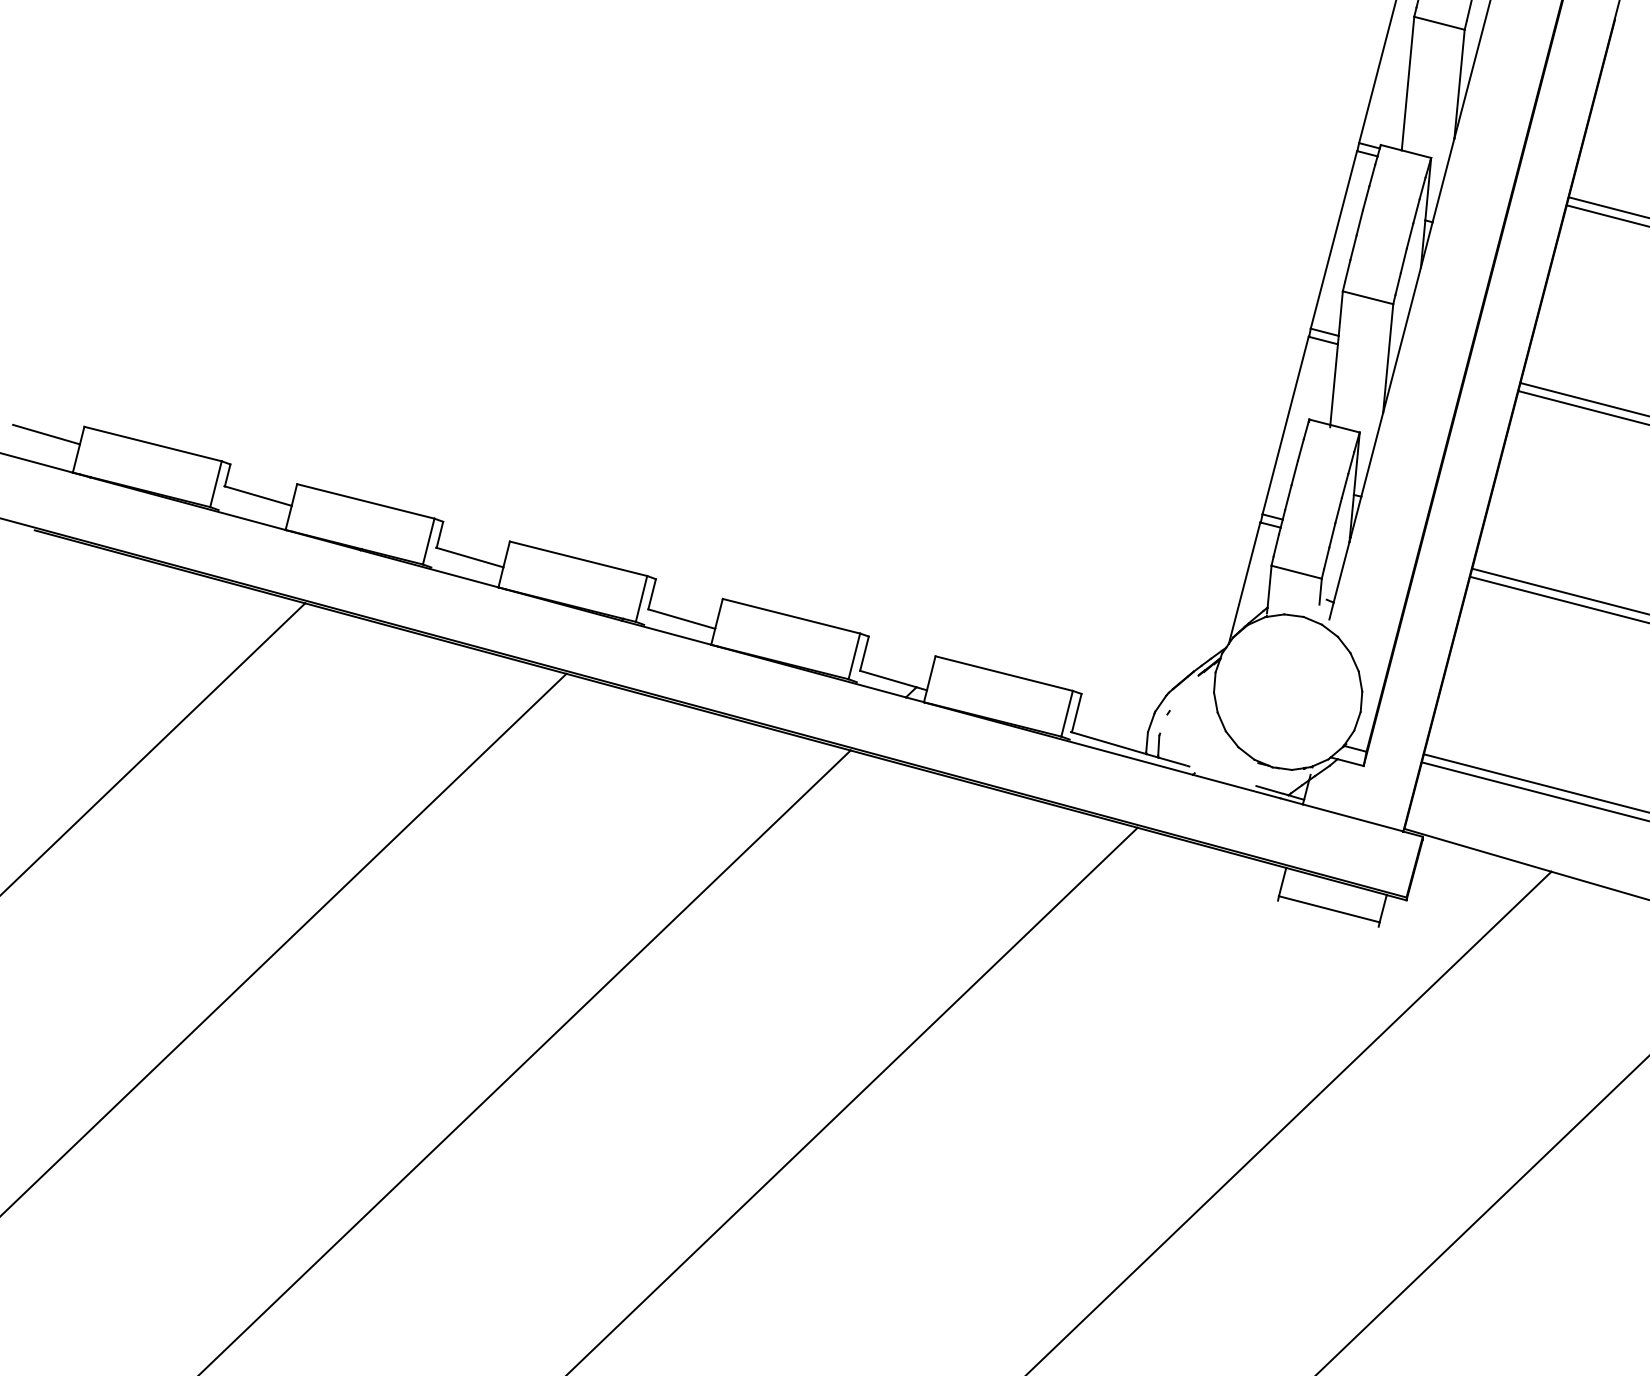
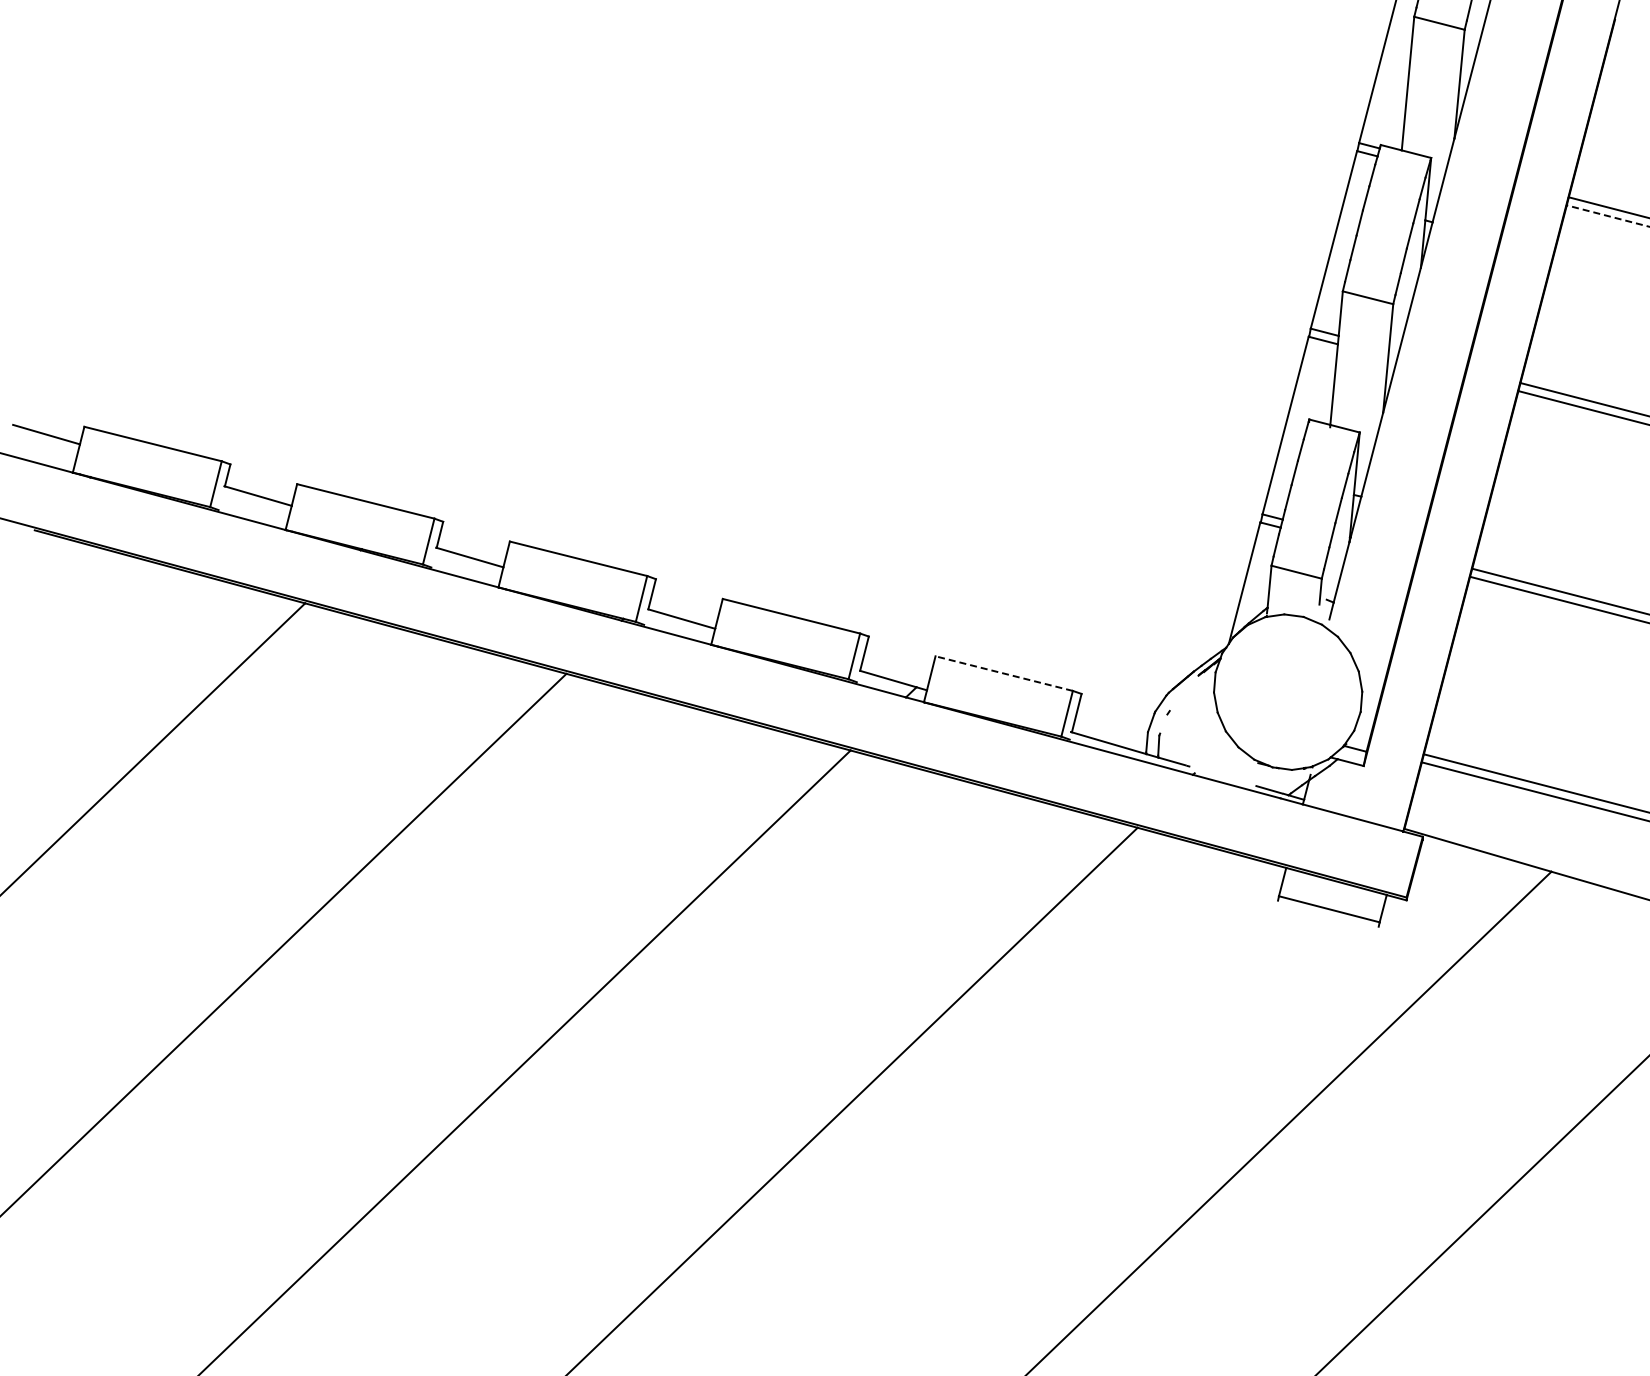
line at (1607, 215): solid -> dashed
line at (1004, 673): solid -> dashed
